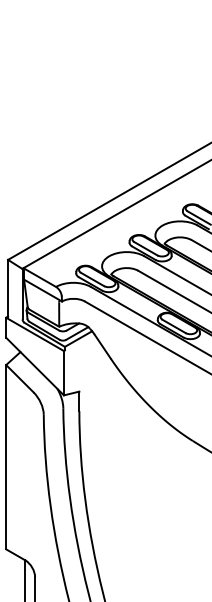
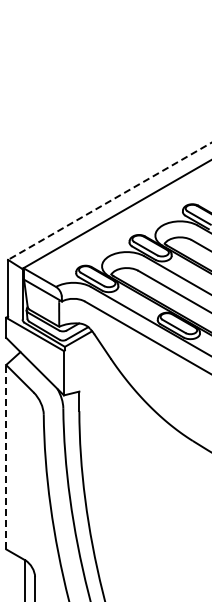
line at (109, 201): solid -> dashed
line at (6, 456): solid -> dashed
